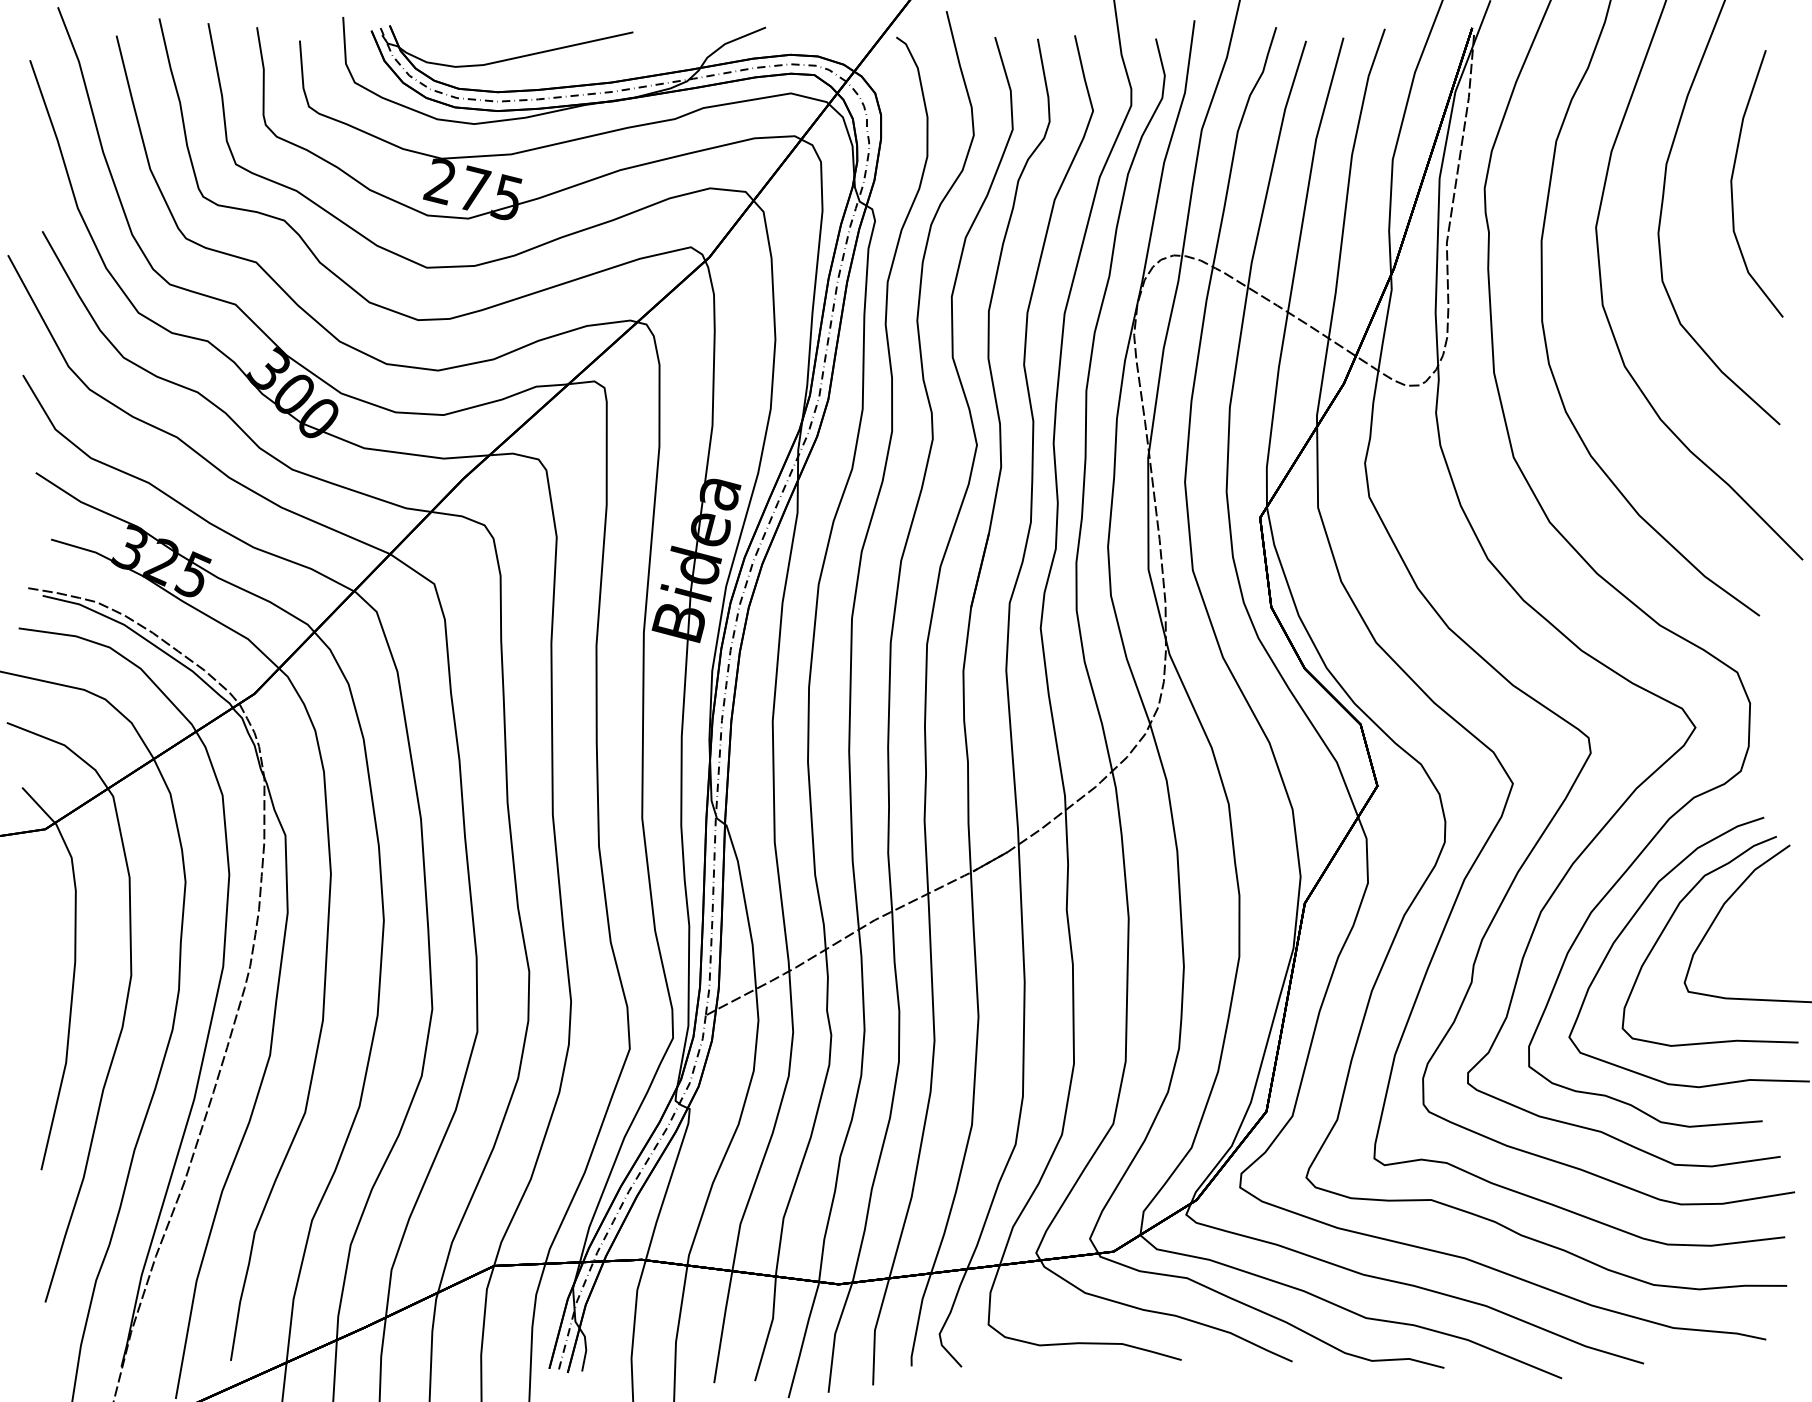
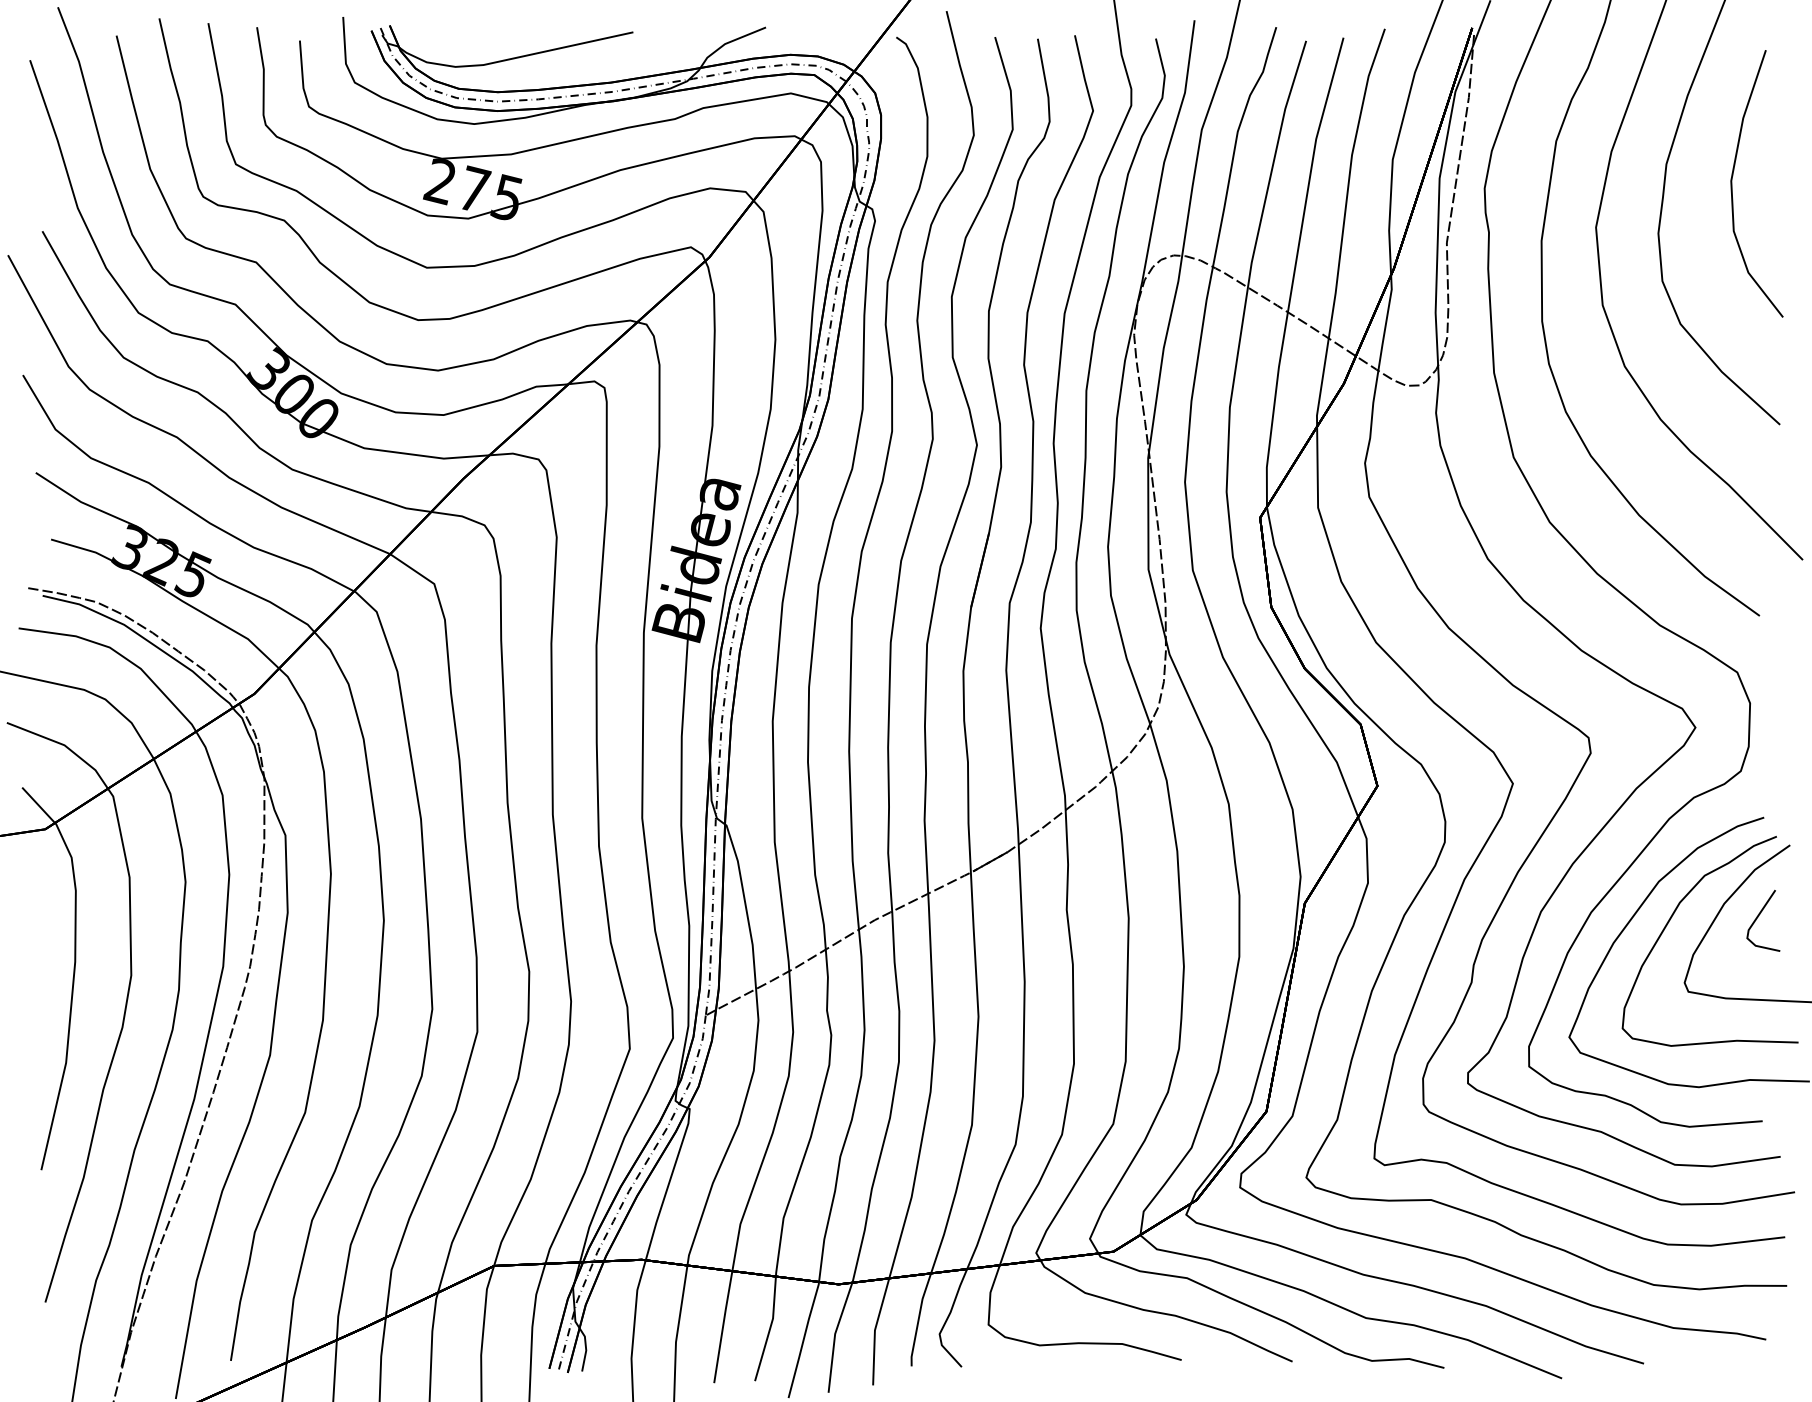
line at (1758, 917): none -> present
